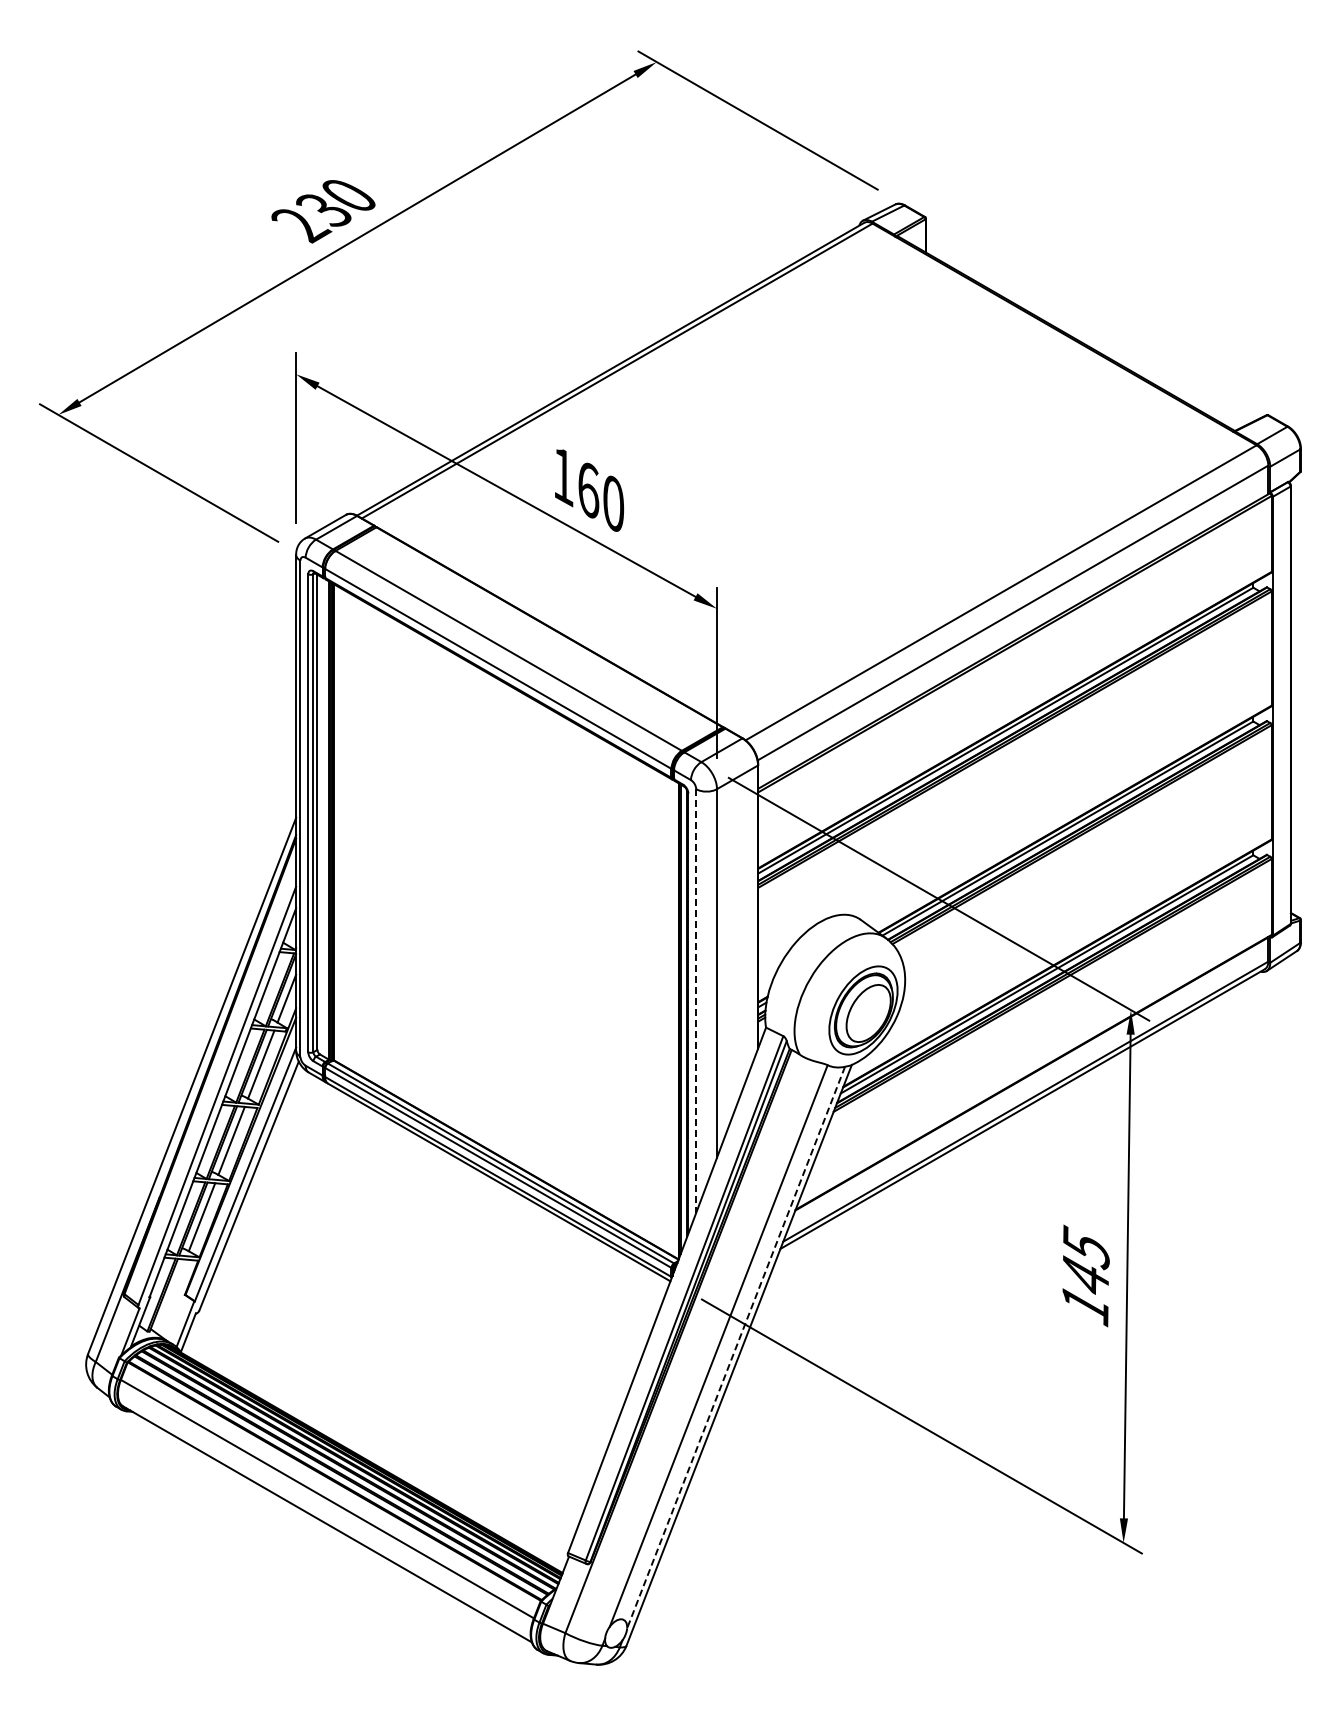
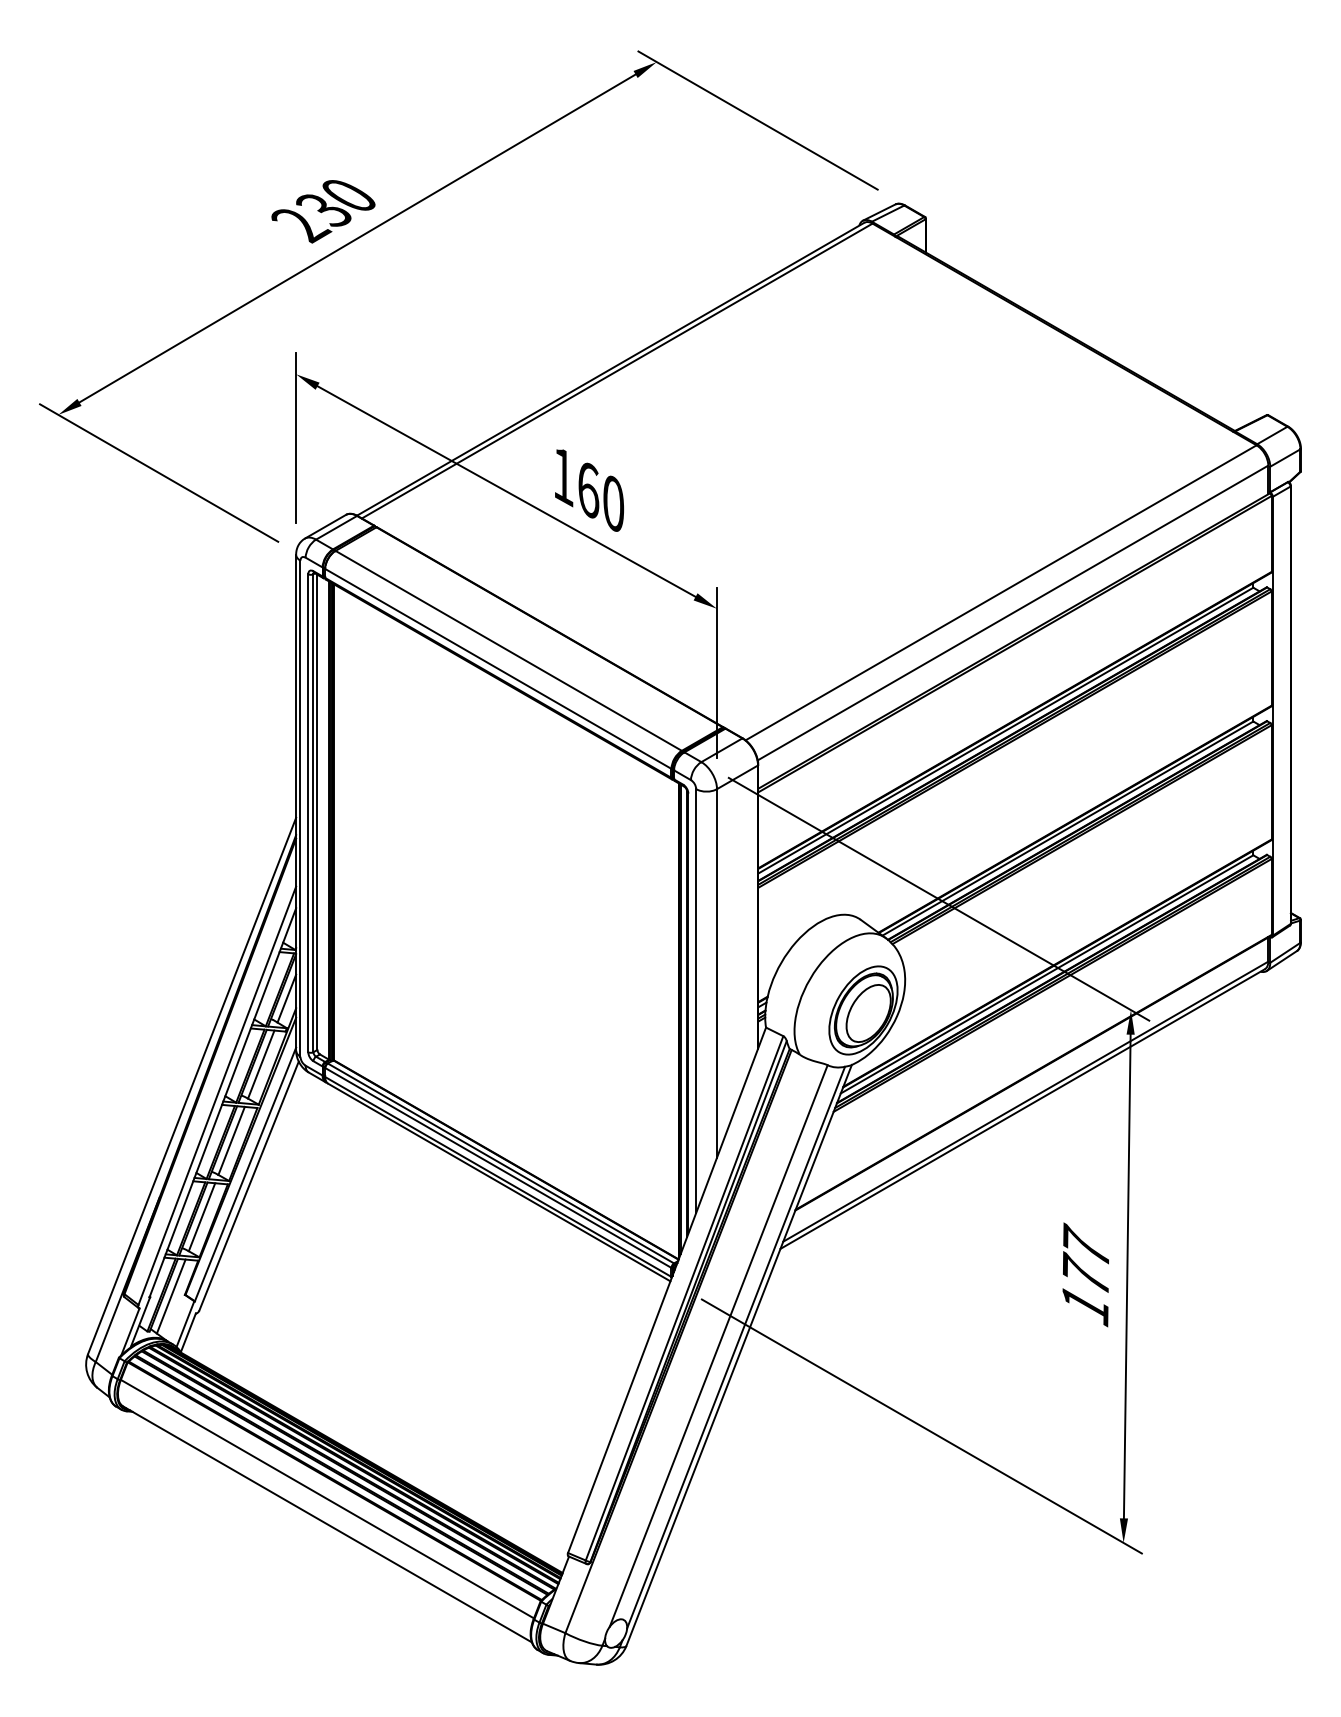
line at (696, 1001): dashed -> solid
text at (1085, 1258): 145 -> 177
line at (170, 1296): none -> present
line at (735, 1348): dashed -> solid
